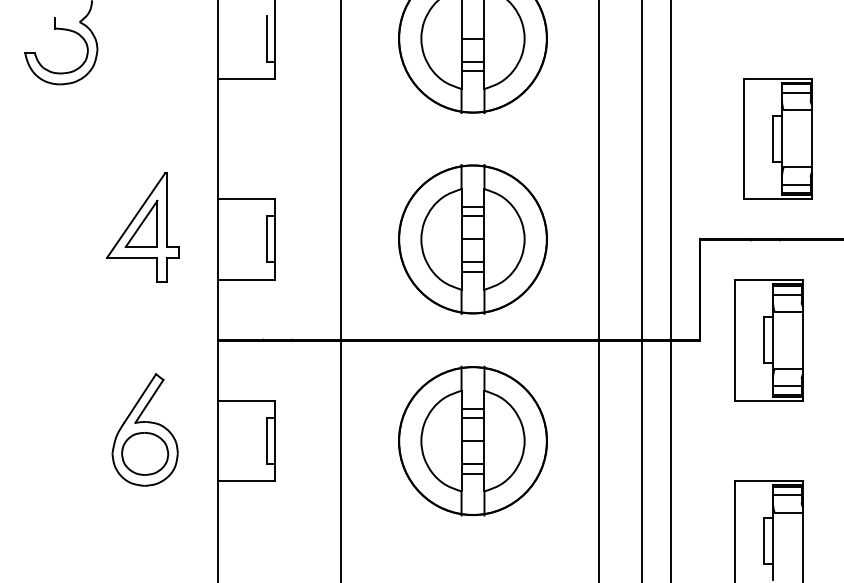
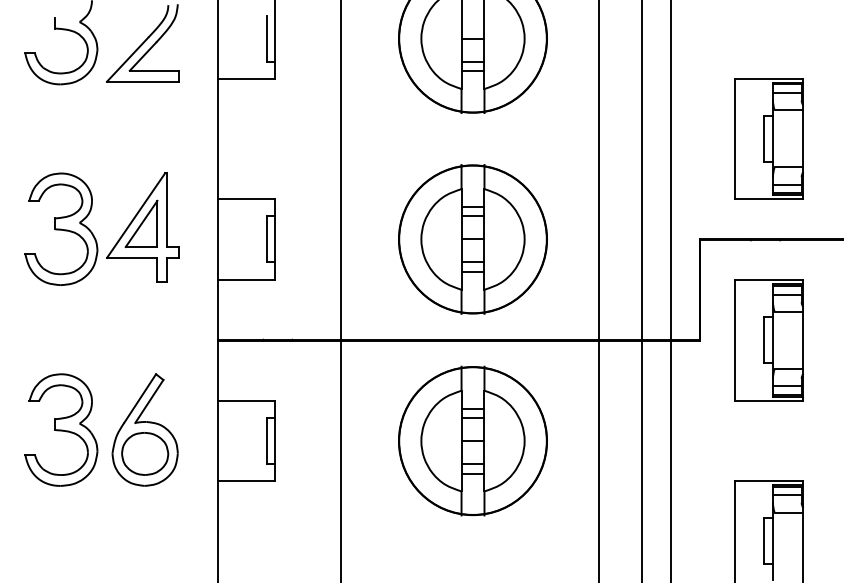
part at (142, 43): none -> present
part at (777, 138) position: (777, 138) -> (768, 138)
part at (61, 228): none -> present
part at (61, 429): none -> present
